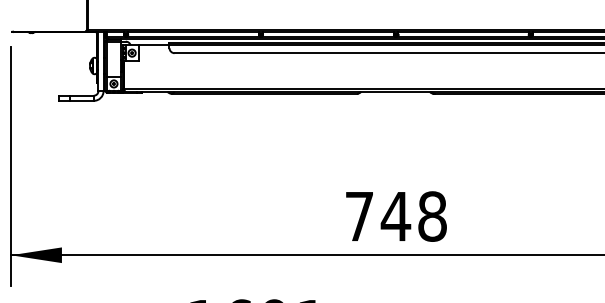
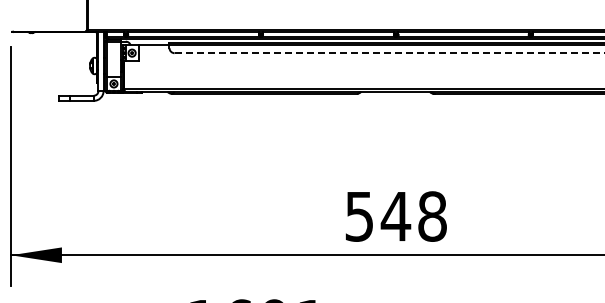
line at (389, 53): solid -> dashed
text at (358, 216): 748 -> 548
